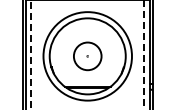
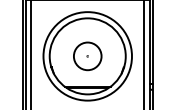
line at (31, 55): dashed -> solid
line at (144, 55): dashed -> solid
